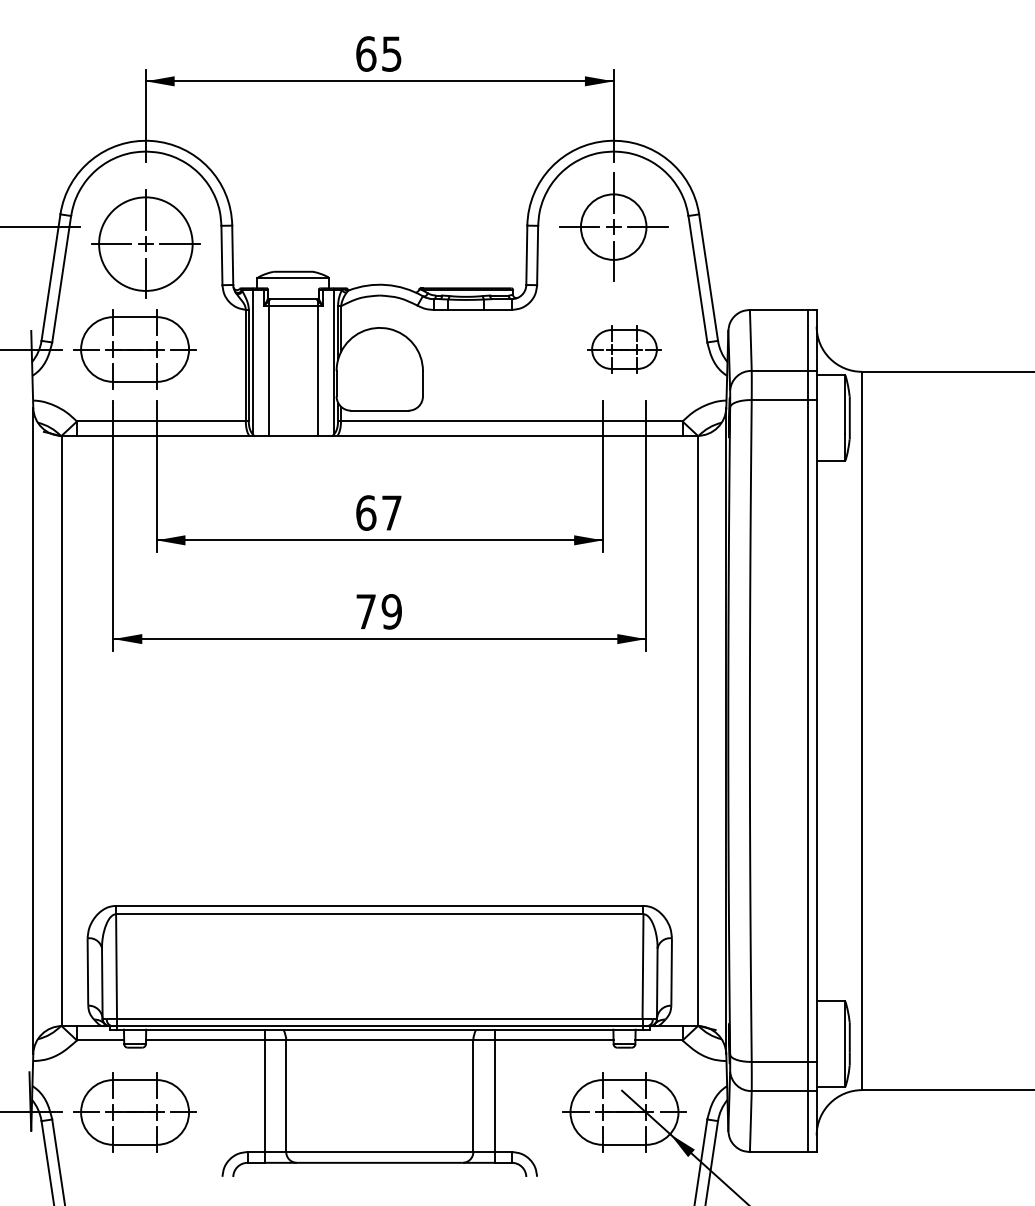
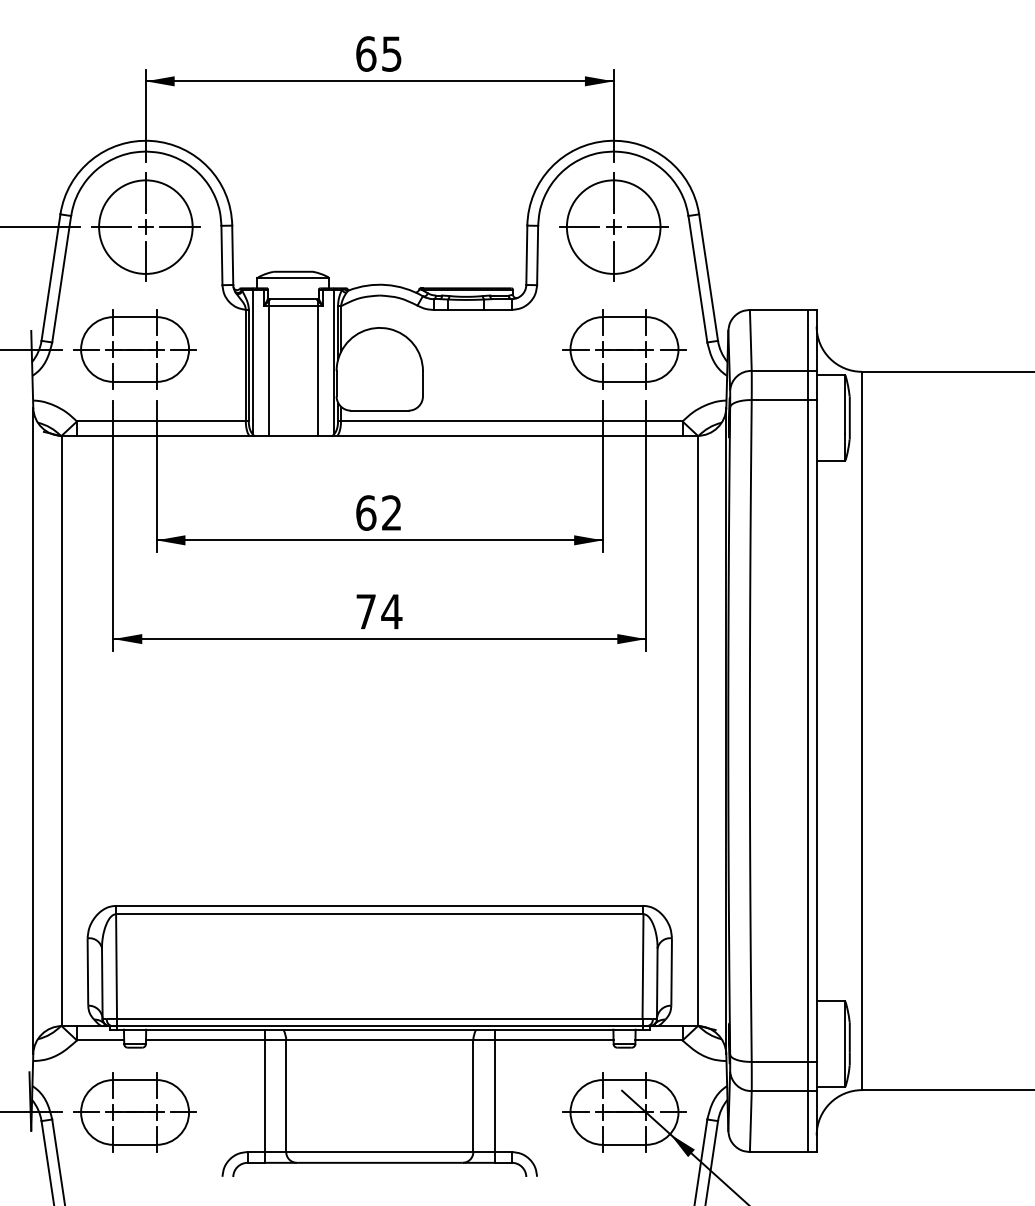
circle at (613, 226) diameter: 65 px -> 94 px
part at (145, 243) position: (145, 243) -> (145, 226)
part at (624, 349) size: 75x49 px -> 125x81 px
text at (391, 512): 67 -> 62
text at (391, 611): 79 -> 74
